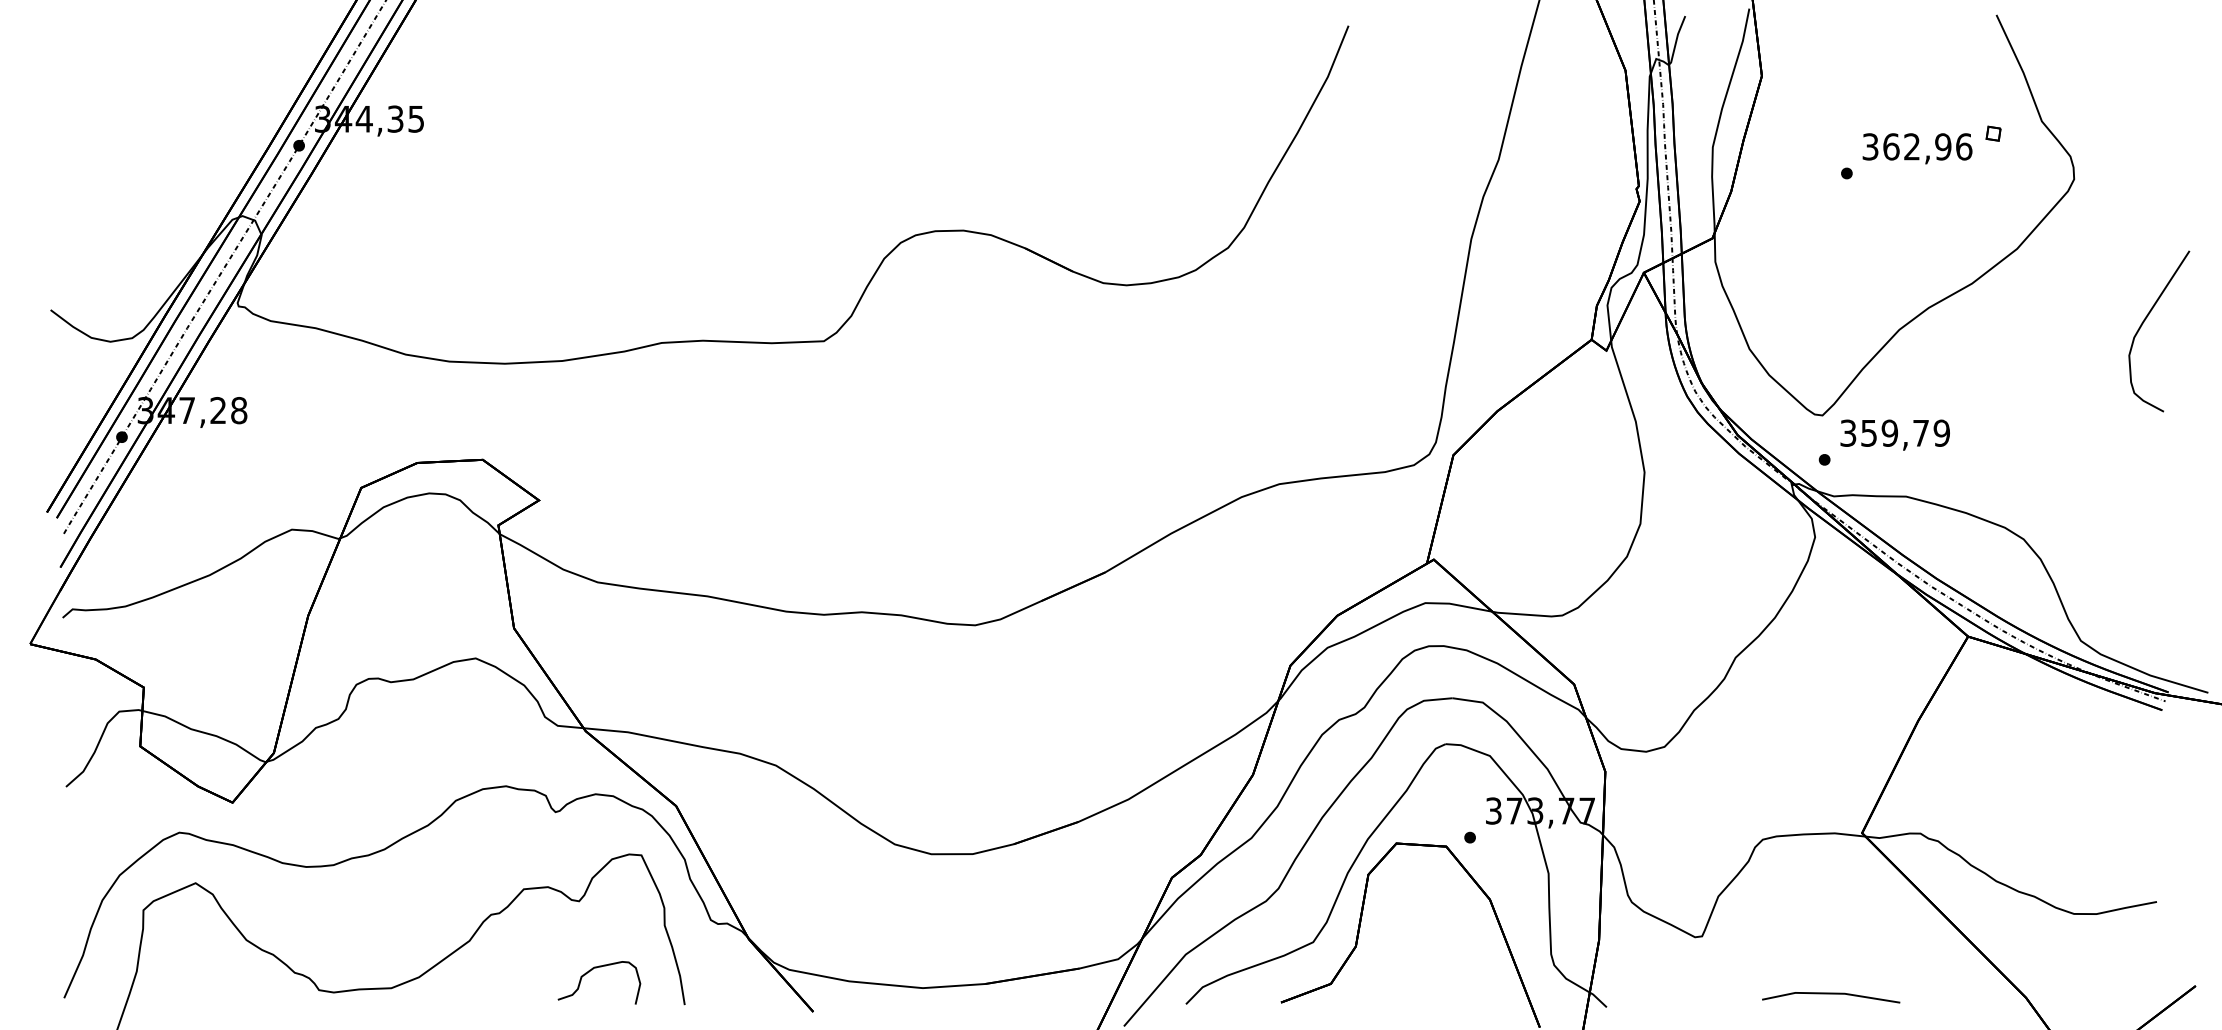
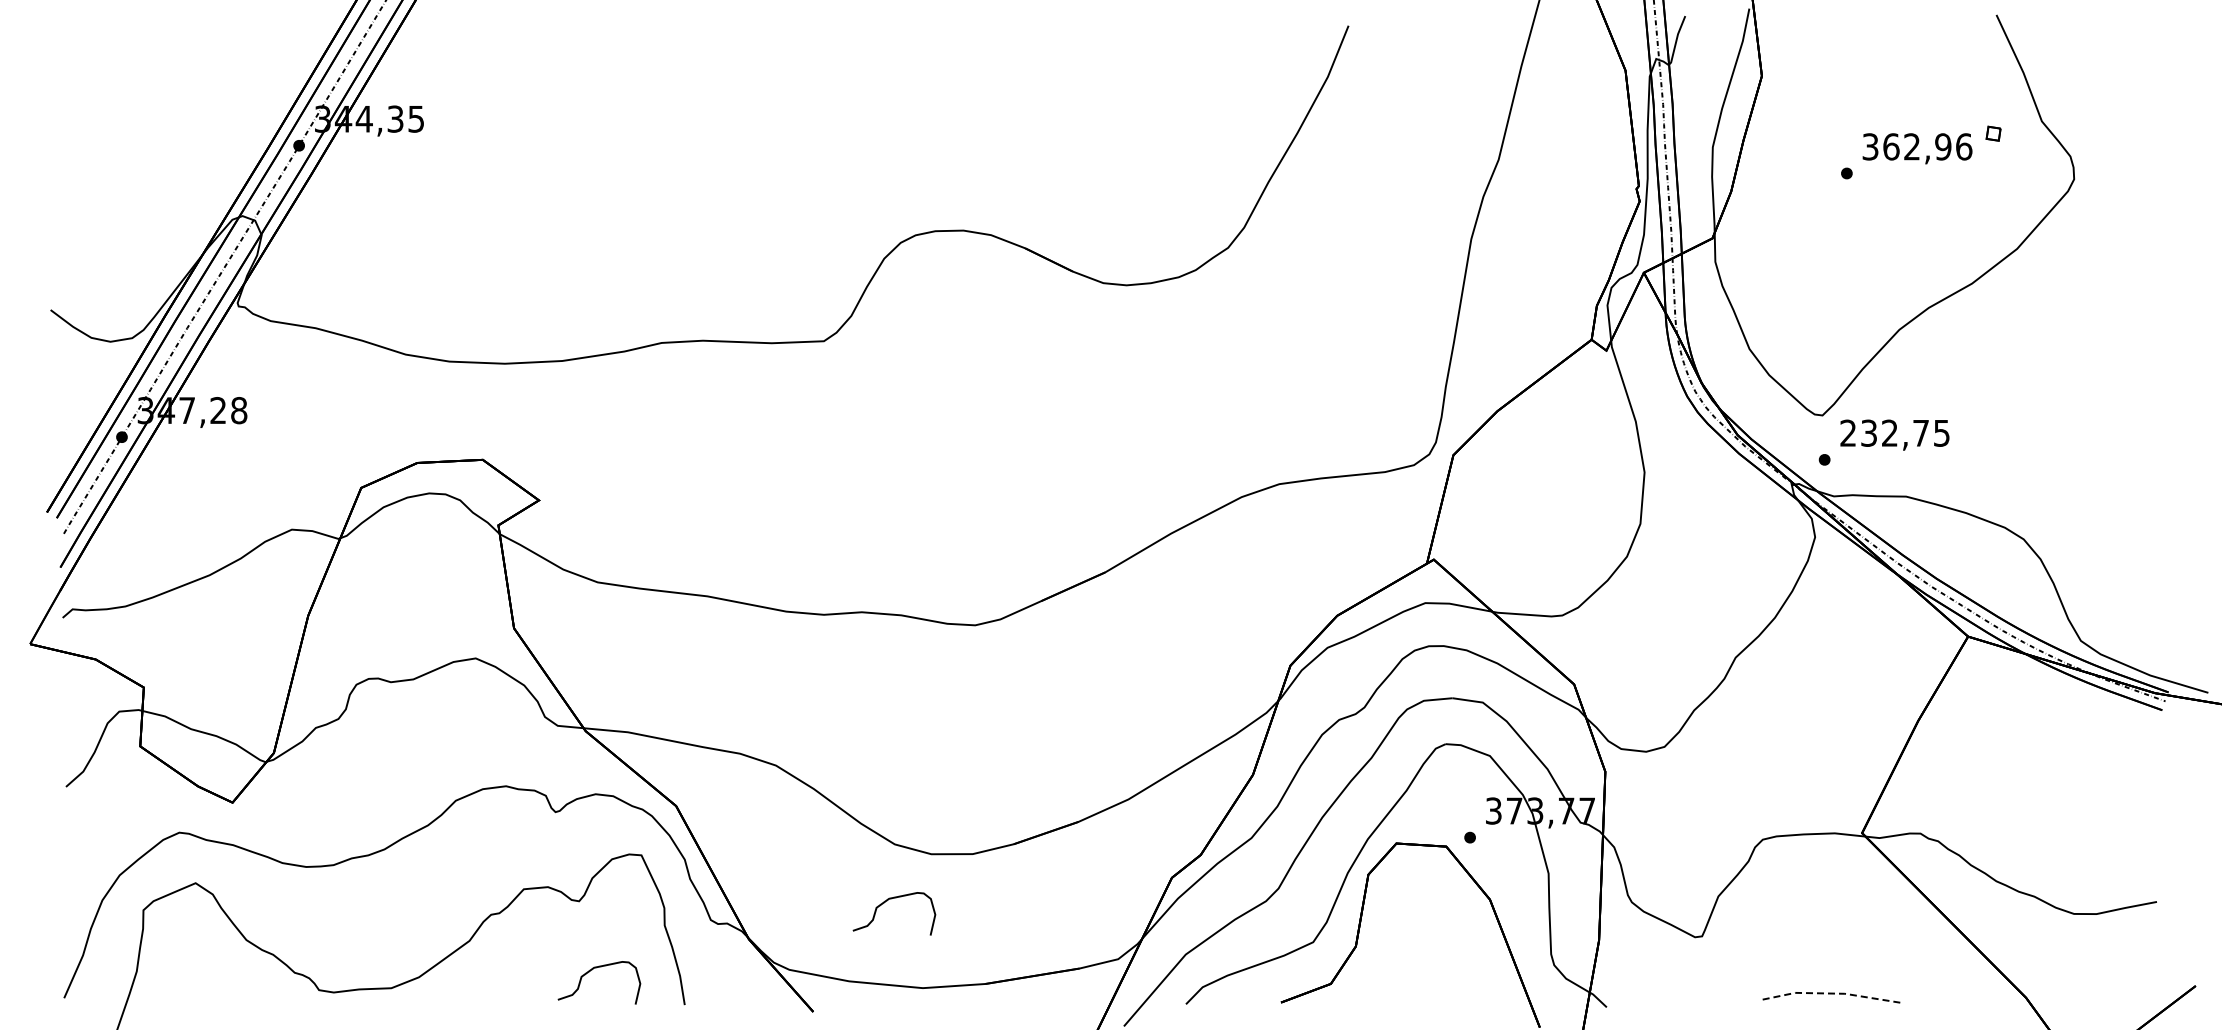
curve at (2144, 322): present -> none
text at (1894, 432): 359,79 -> 232,75
curve at (887, 901): none -> present
line at (1831, 993): solid -> dashed
